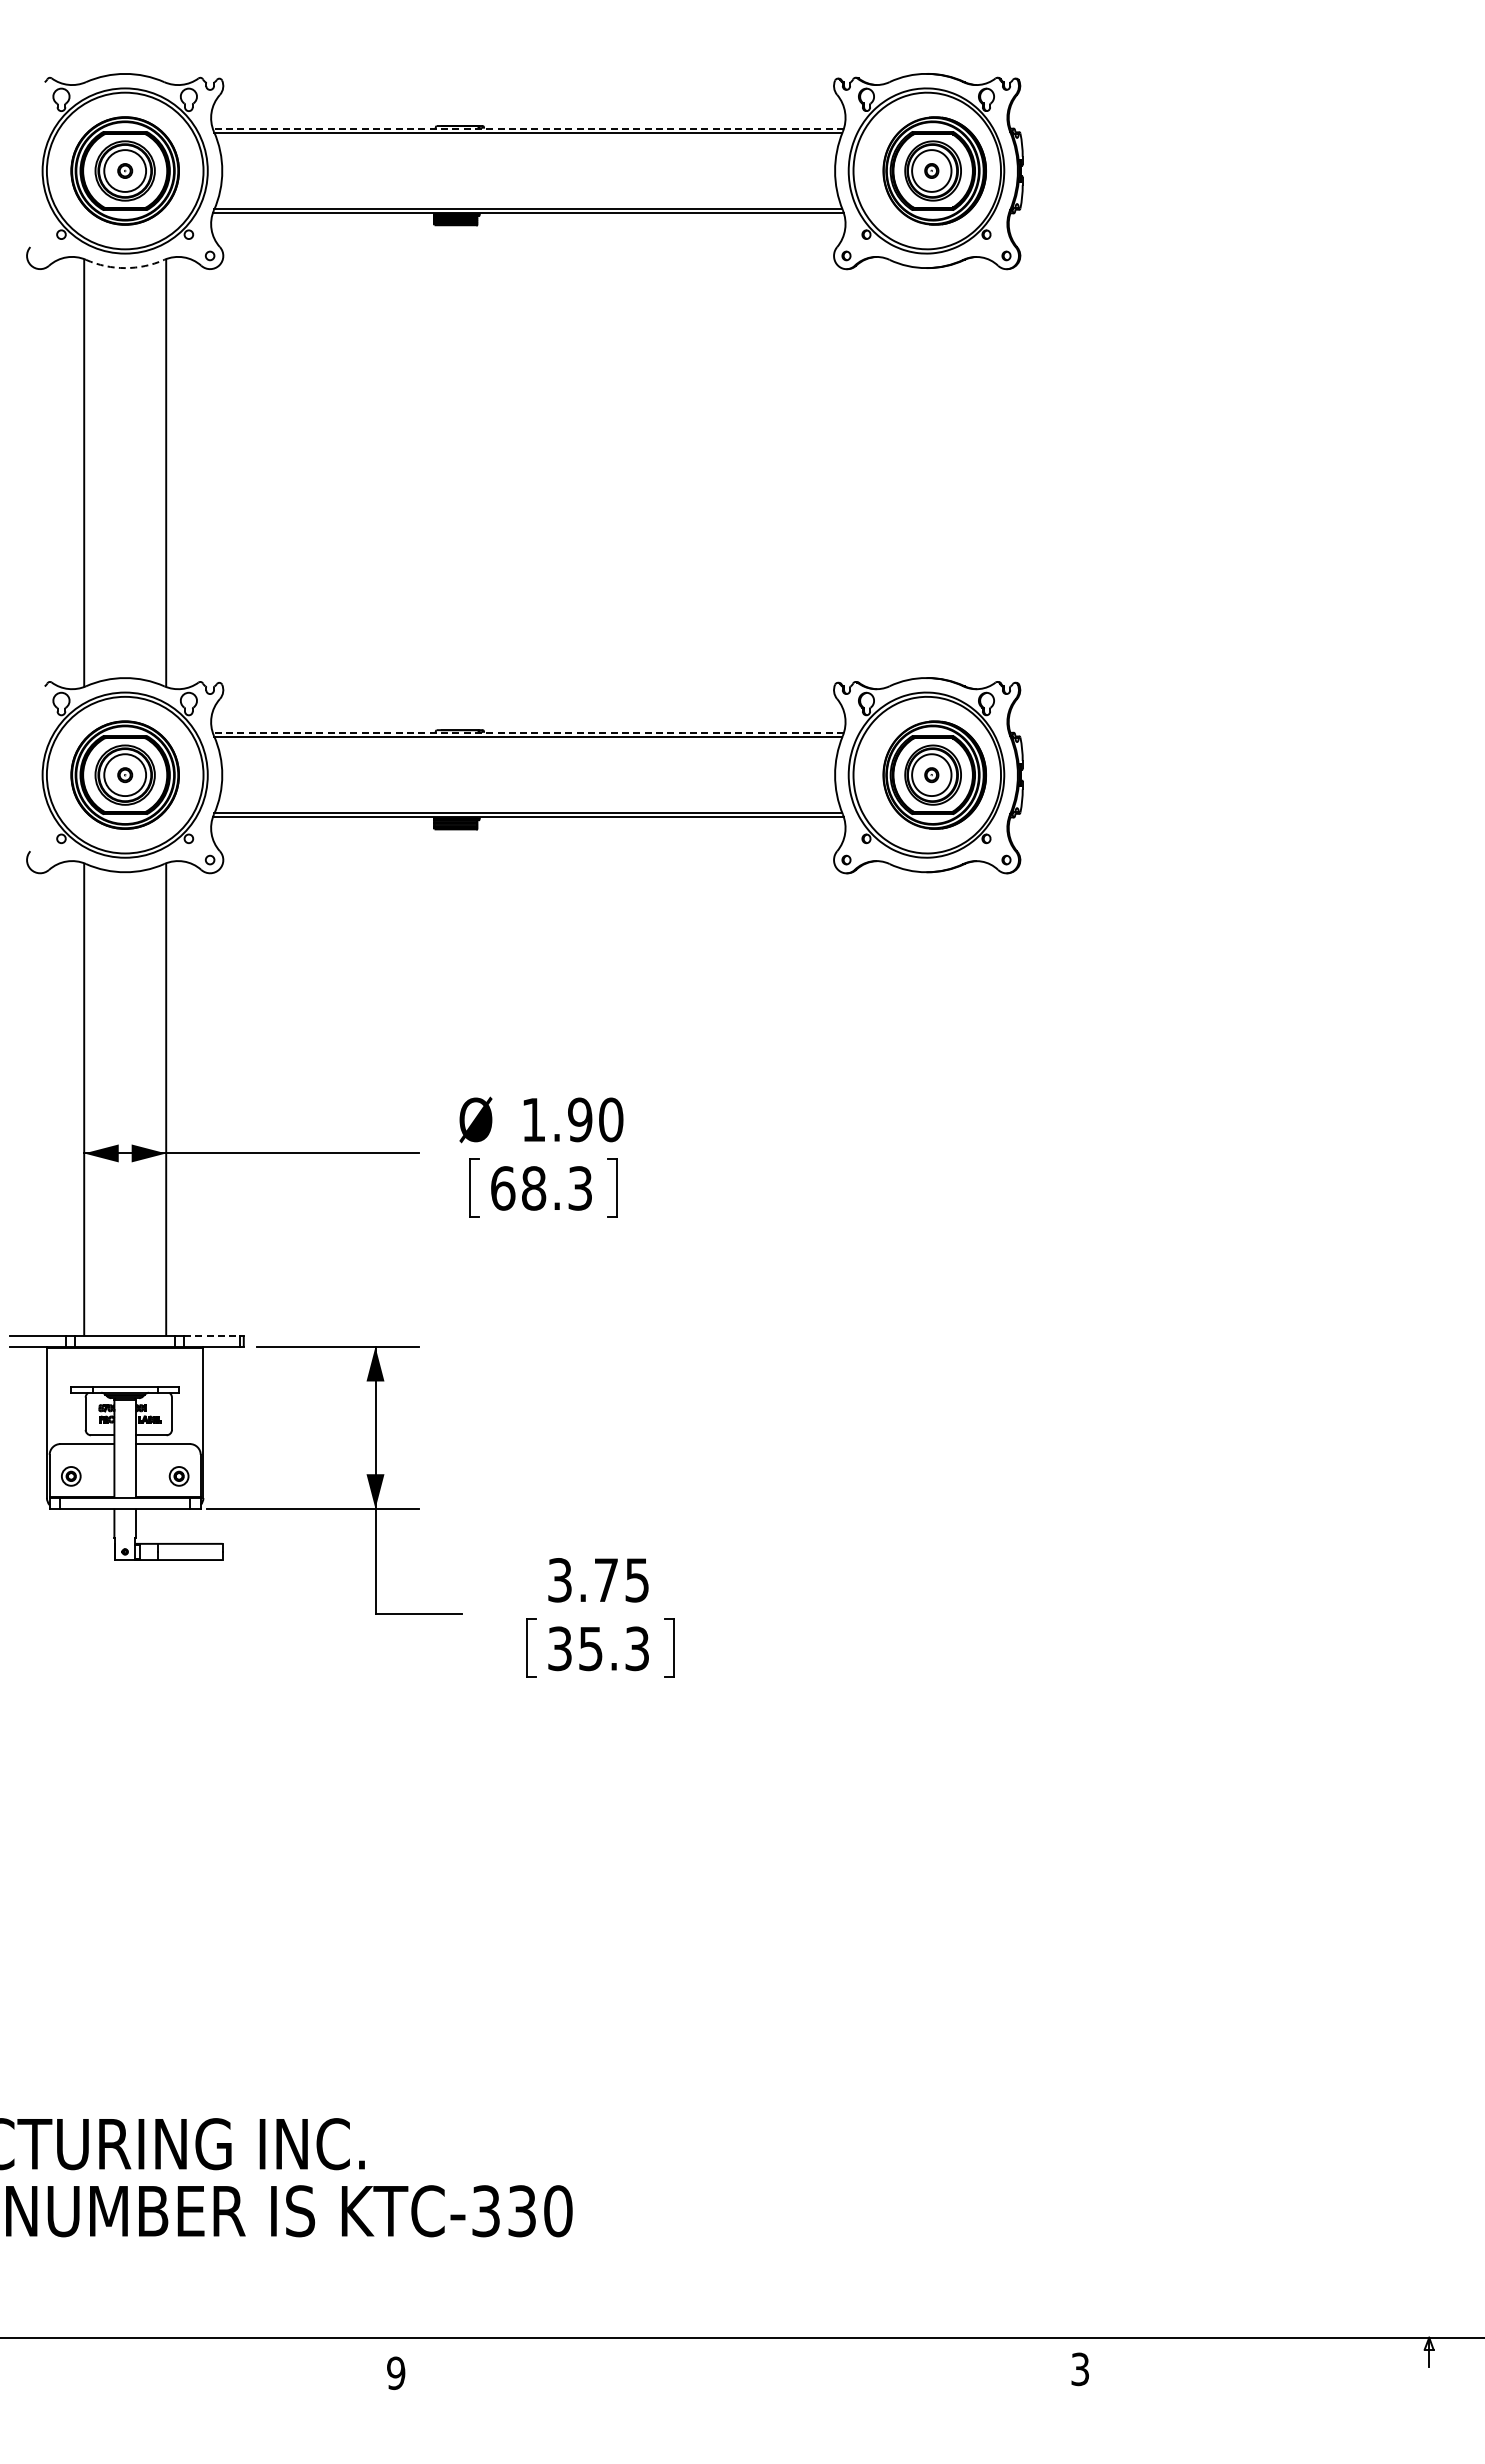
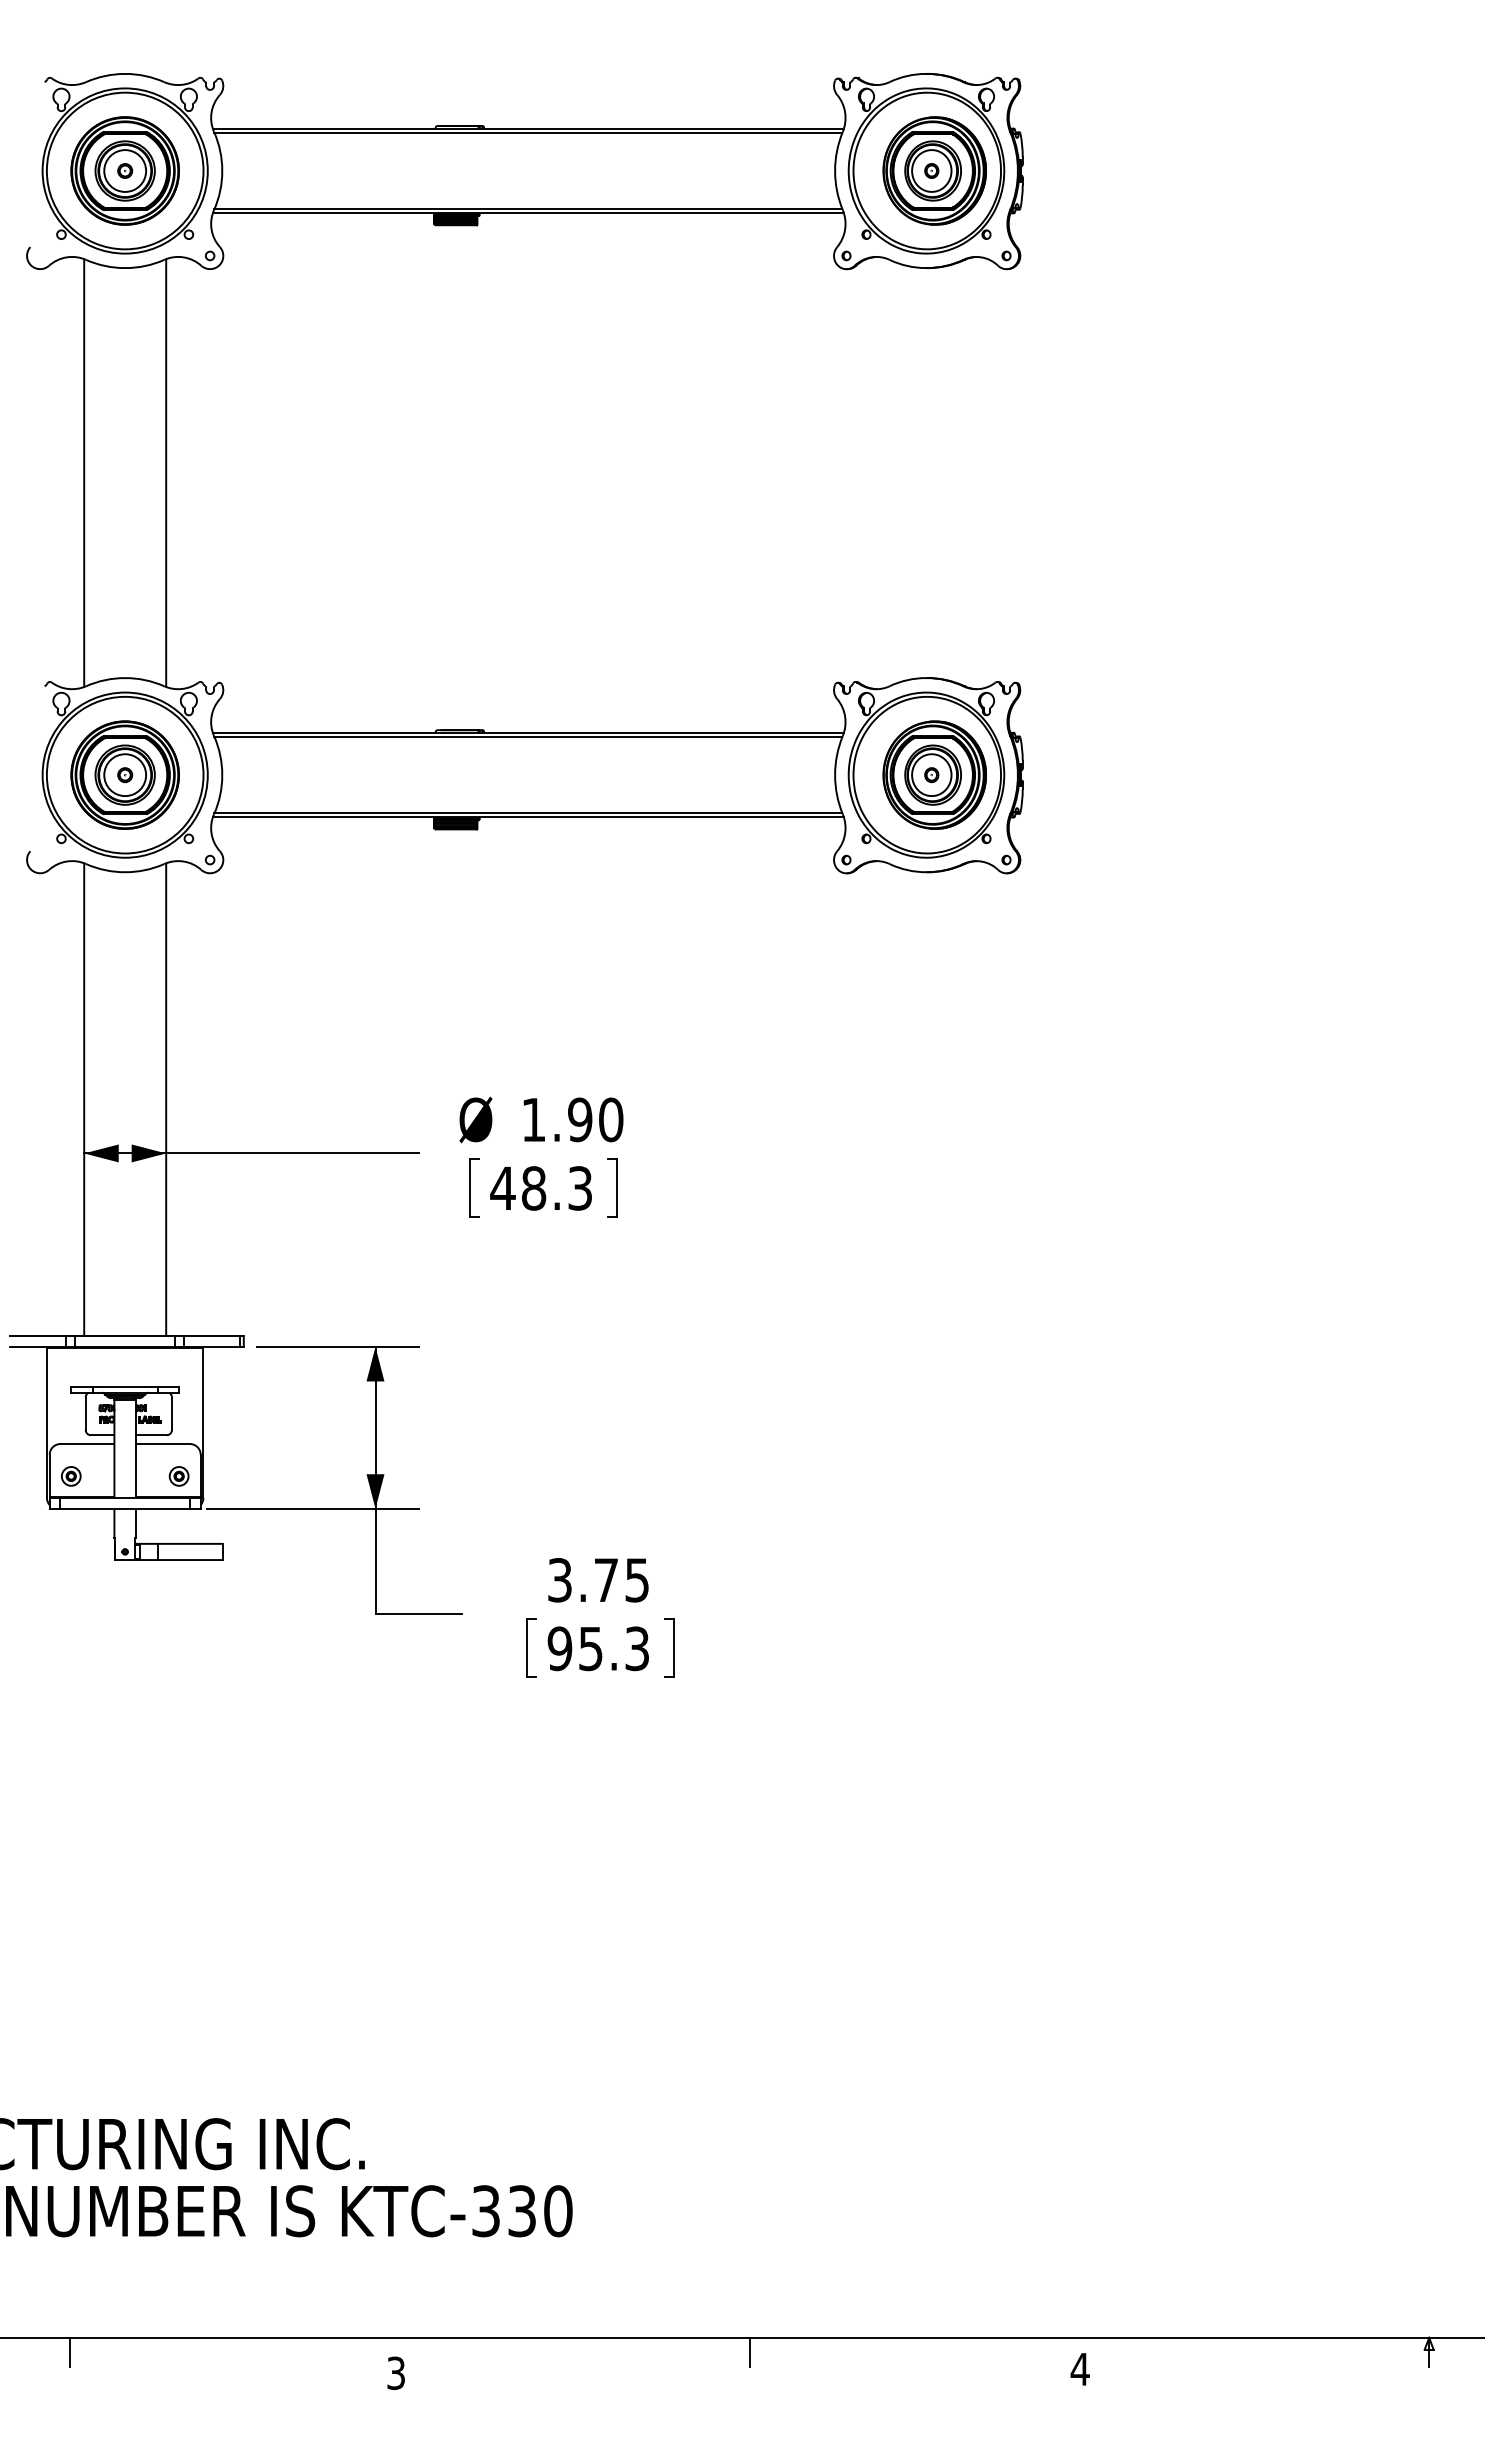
line at (528, 128): dashed -> solid
arc at (125, 268): dashed -> solid
line at (528, 732): dashed -> solid
text at (502, 1188): 68.3 -> 48.3
line at (212, 1336): dashed -> solid
text at (559, 1648): 35.3 -> 95.3
line at (69, 2352): none -> present
line at (749, 2352): none -> present
text at (1079, 2369): 3 -> 4
text at (396, 2372): 9 -> 3
